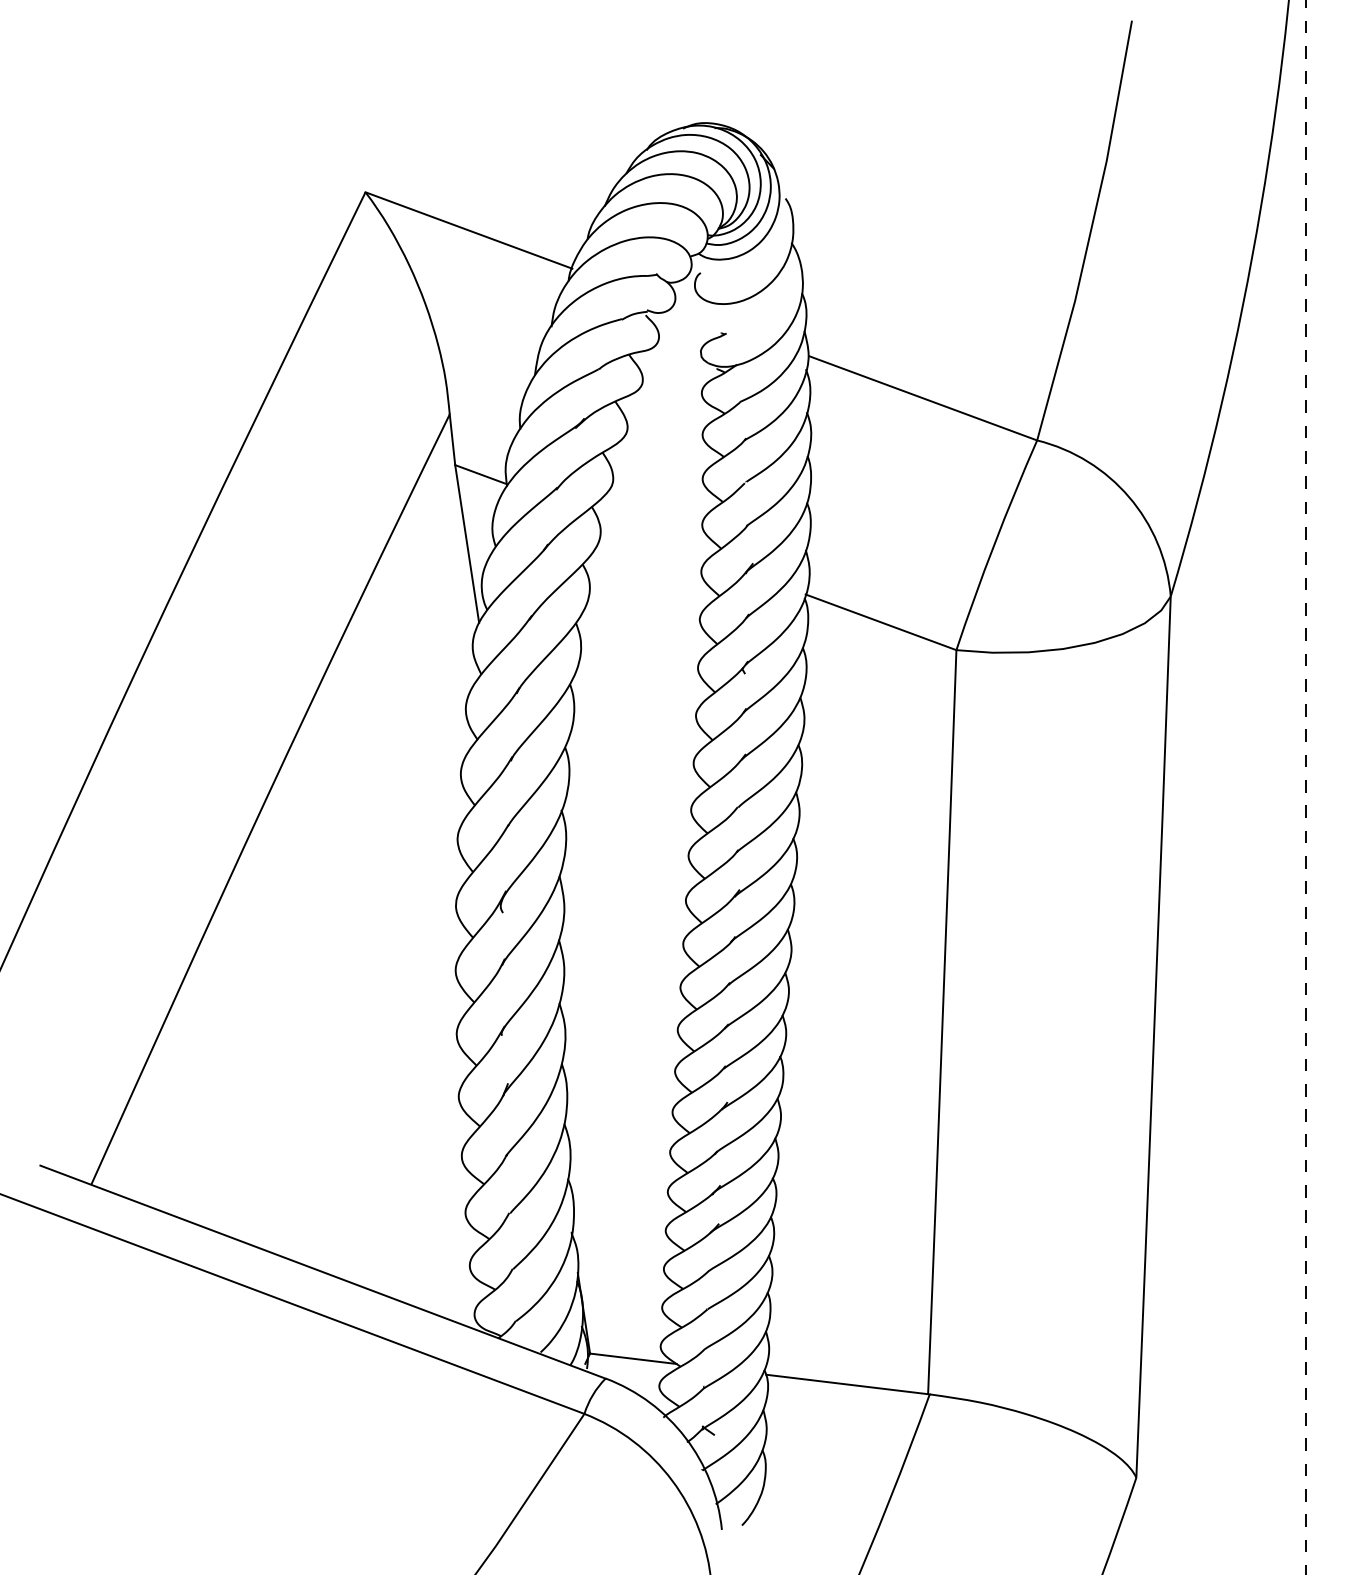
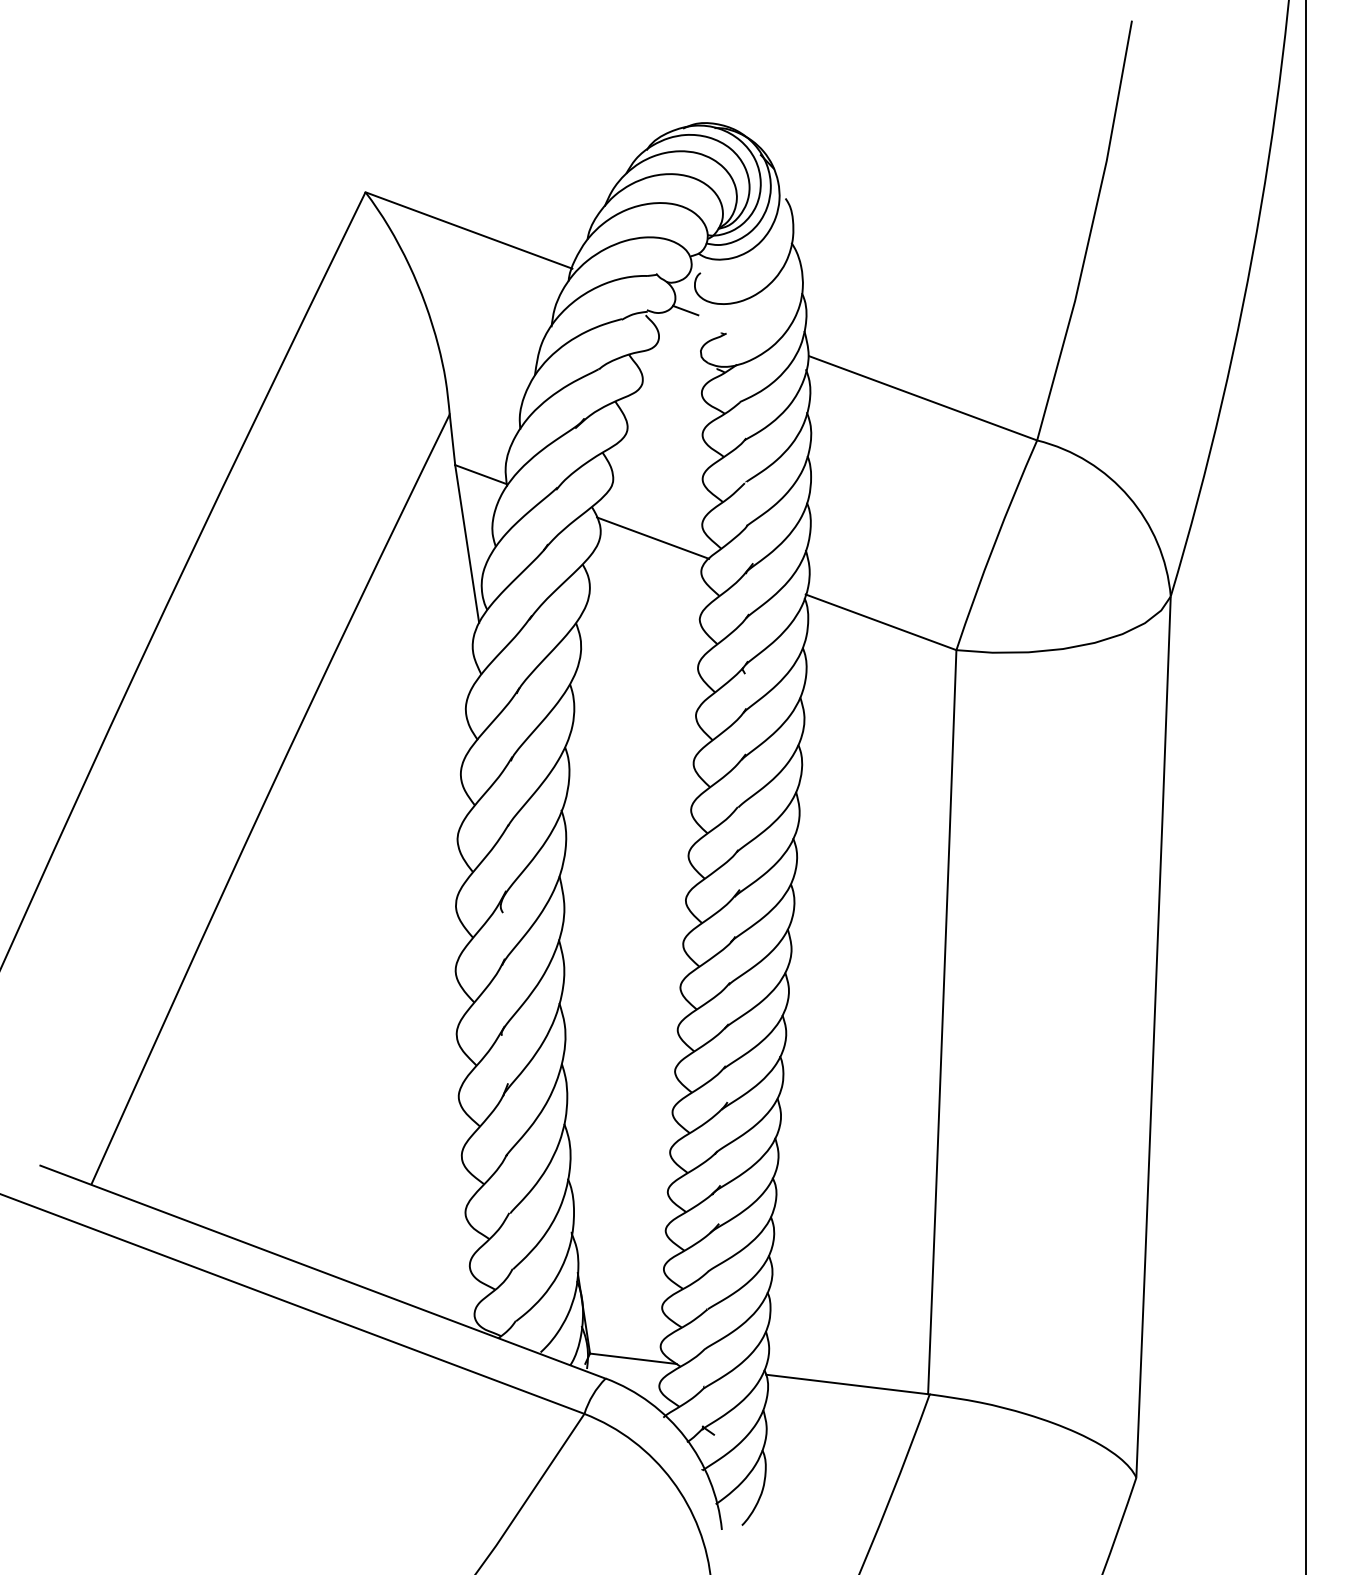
line at (685, 310): none -> present
line at (653, 537): none -> present
line at (1305, 787): dashed -> solid
